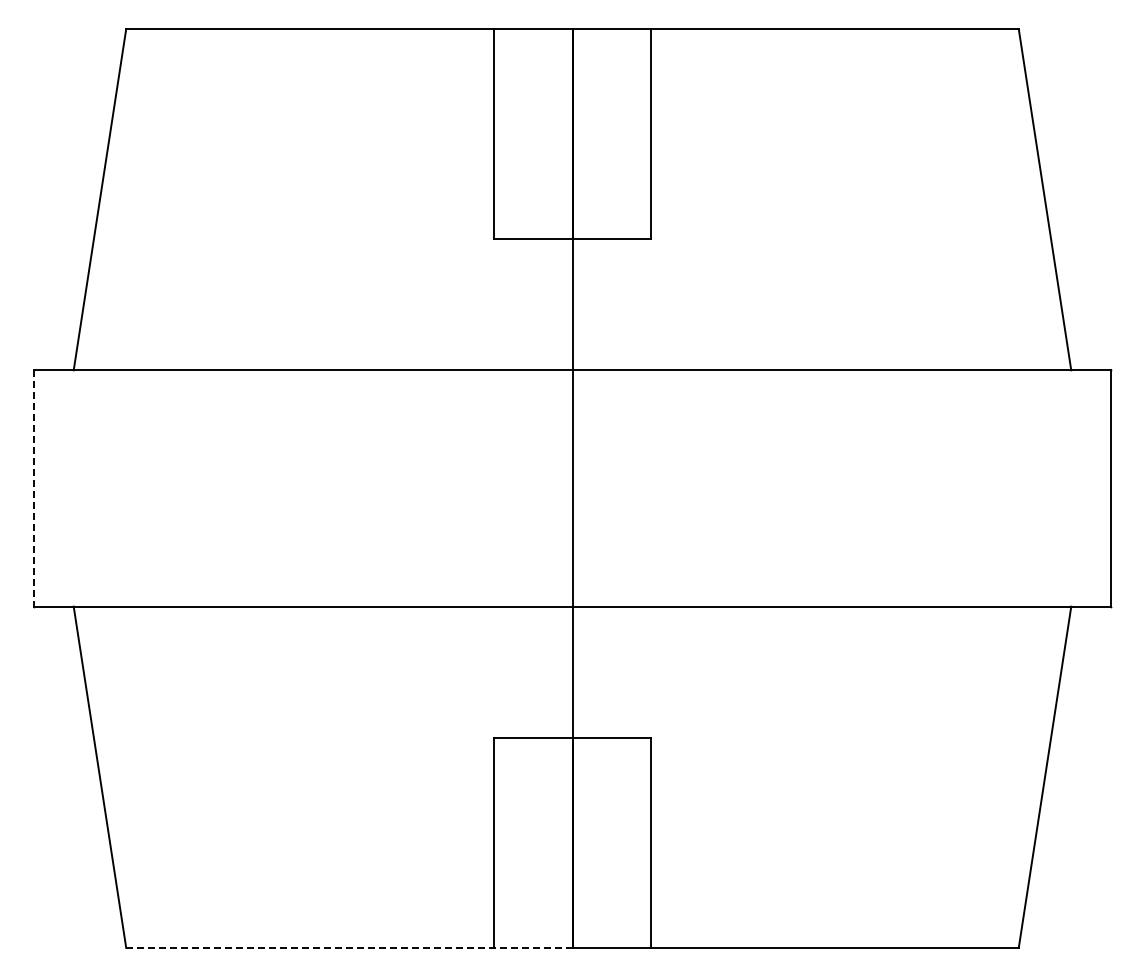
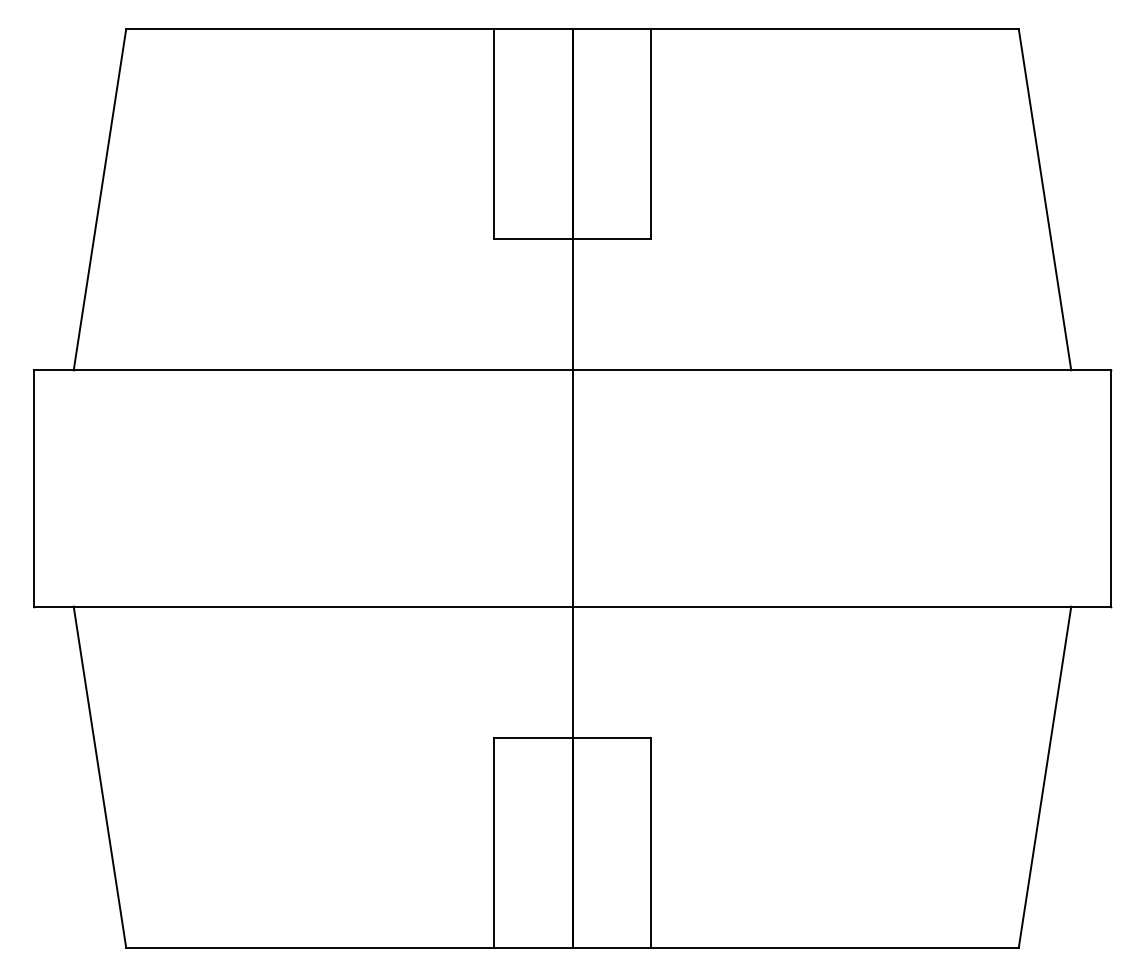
line at (34, 488): dashed -> solid
line at (349, 947): dashed -> solid
